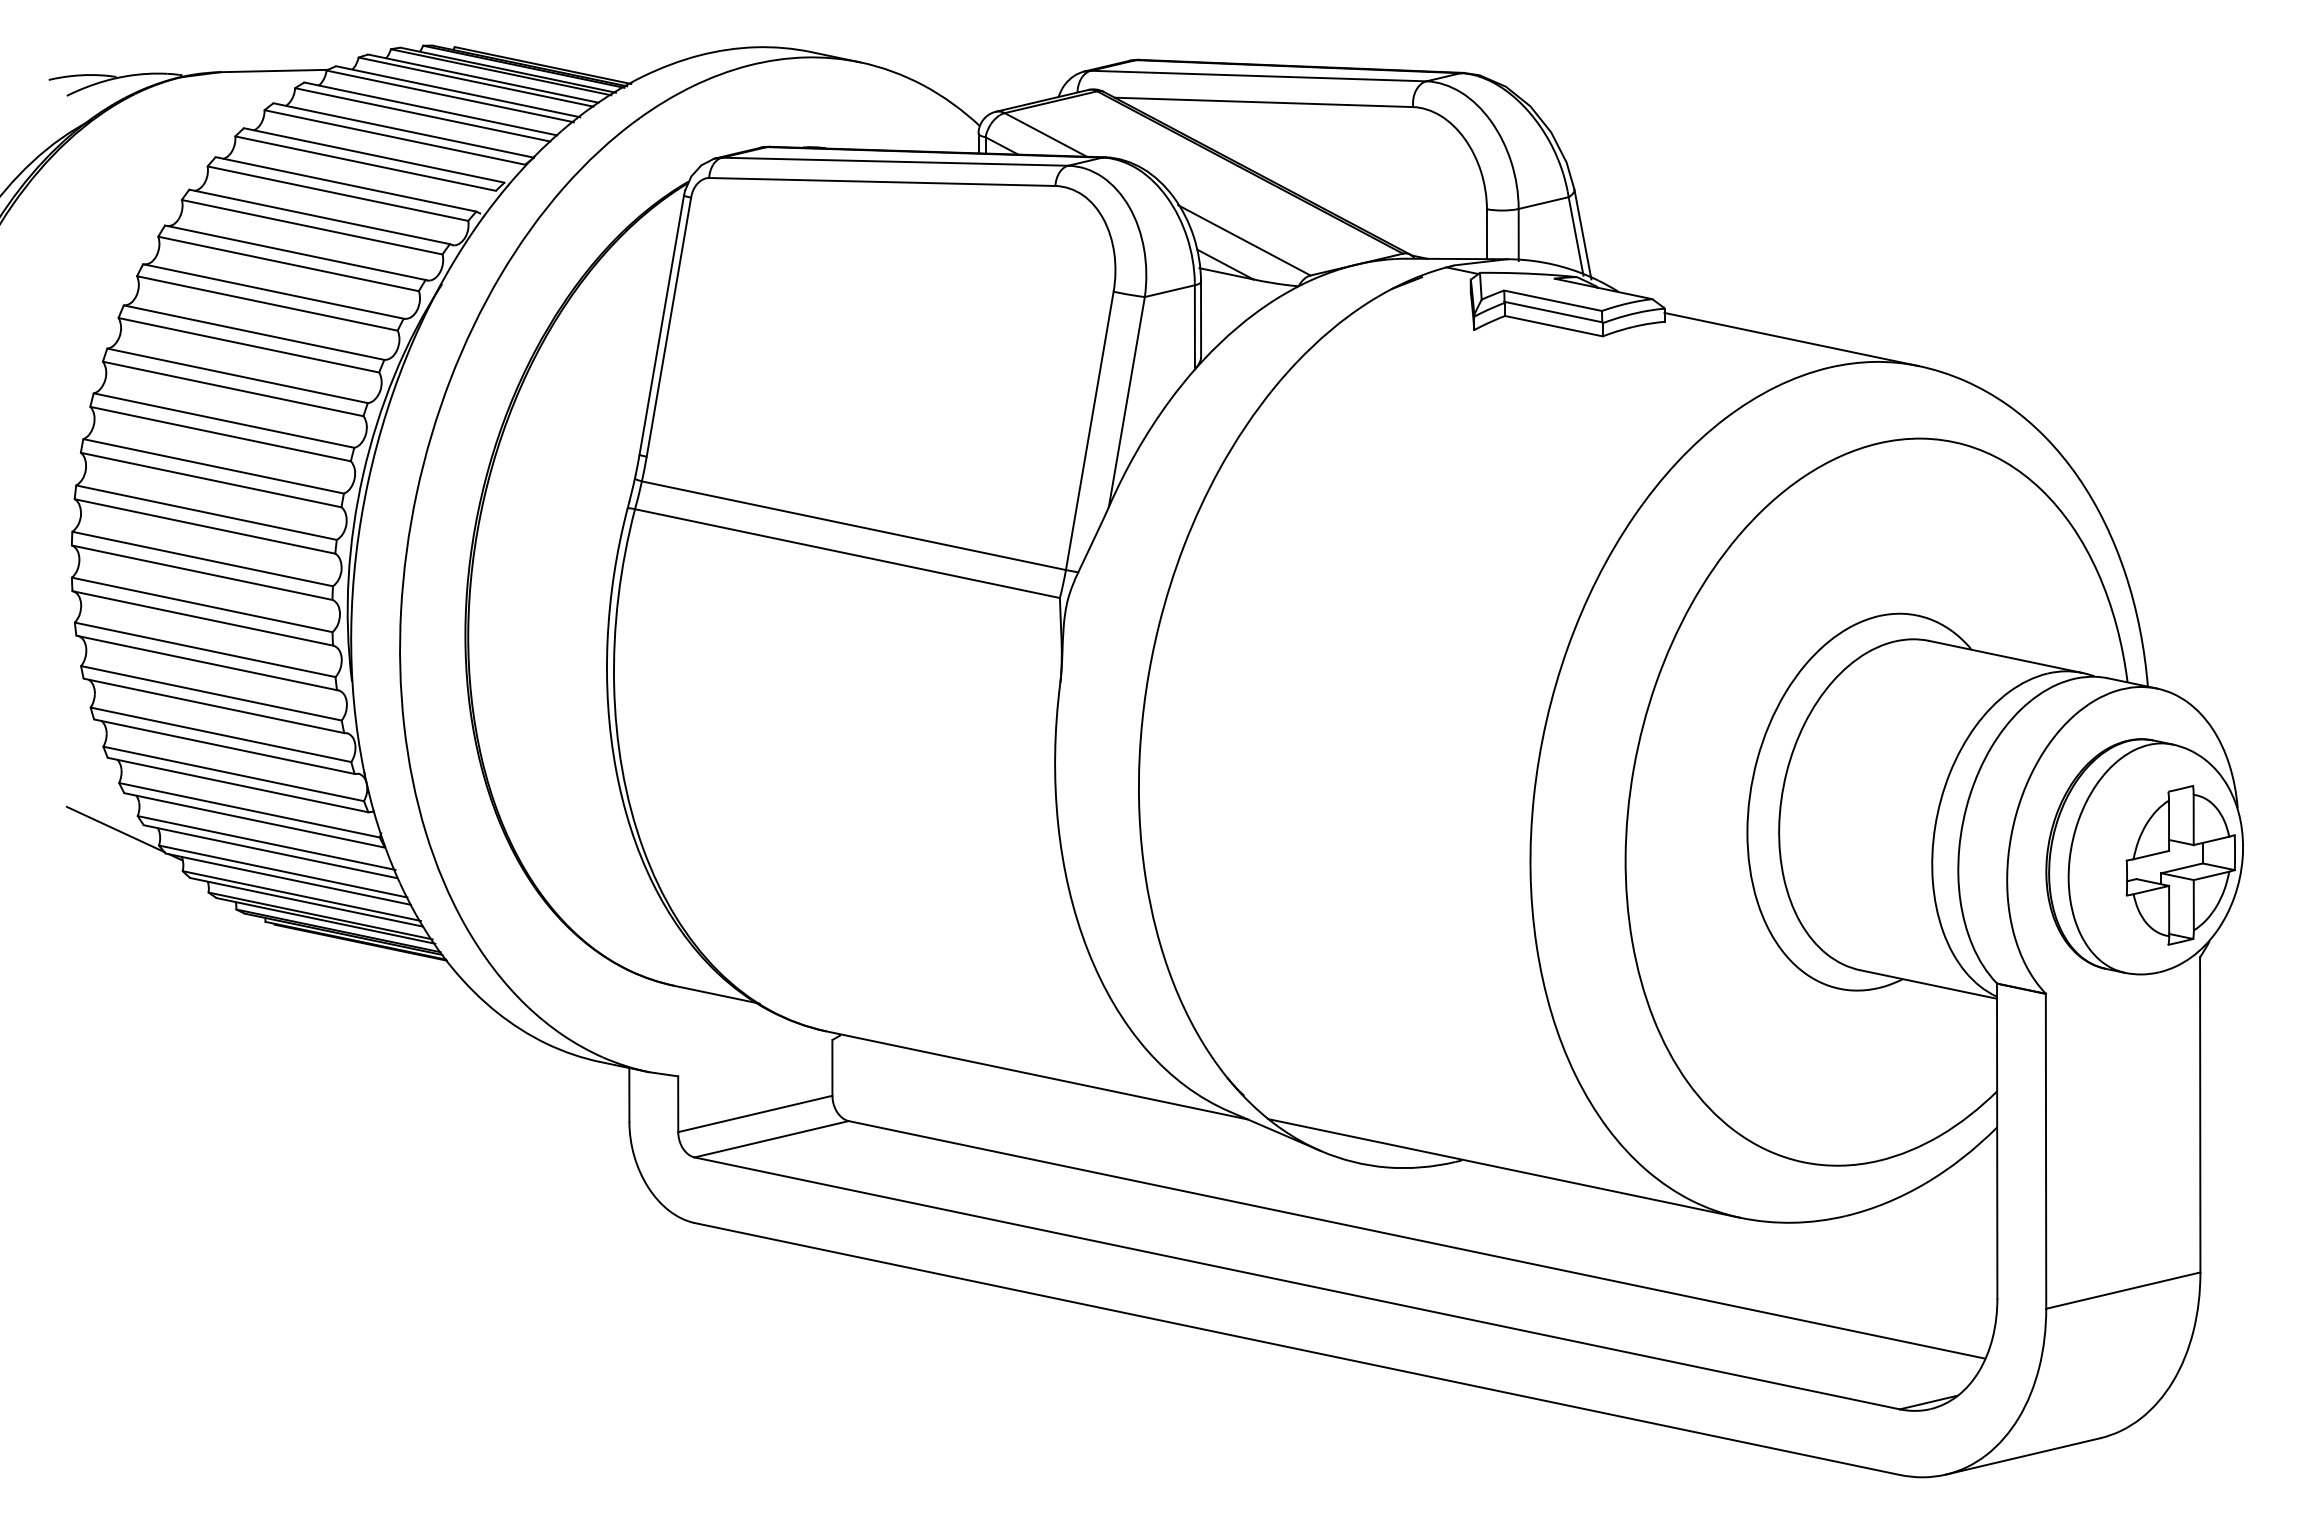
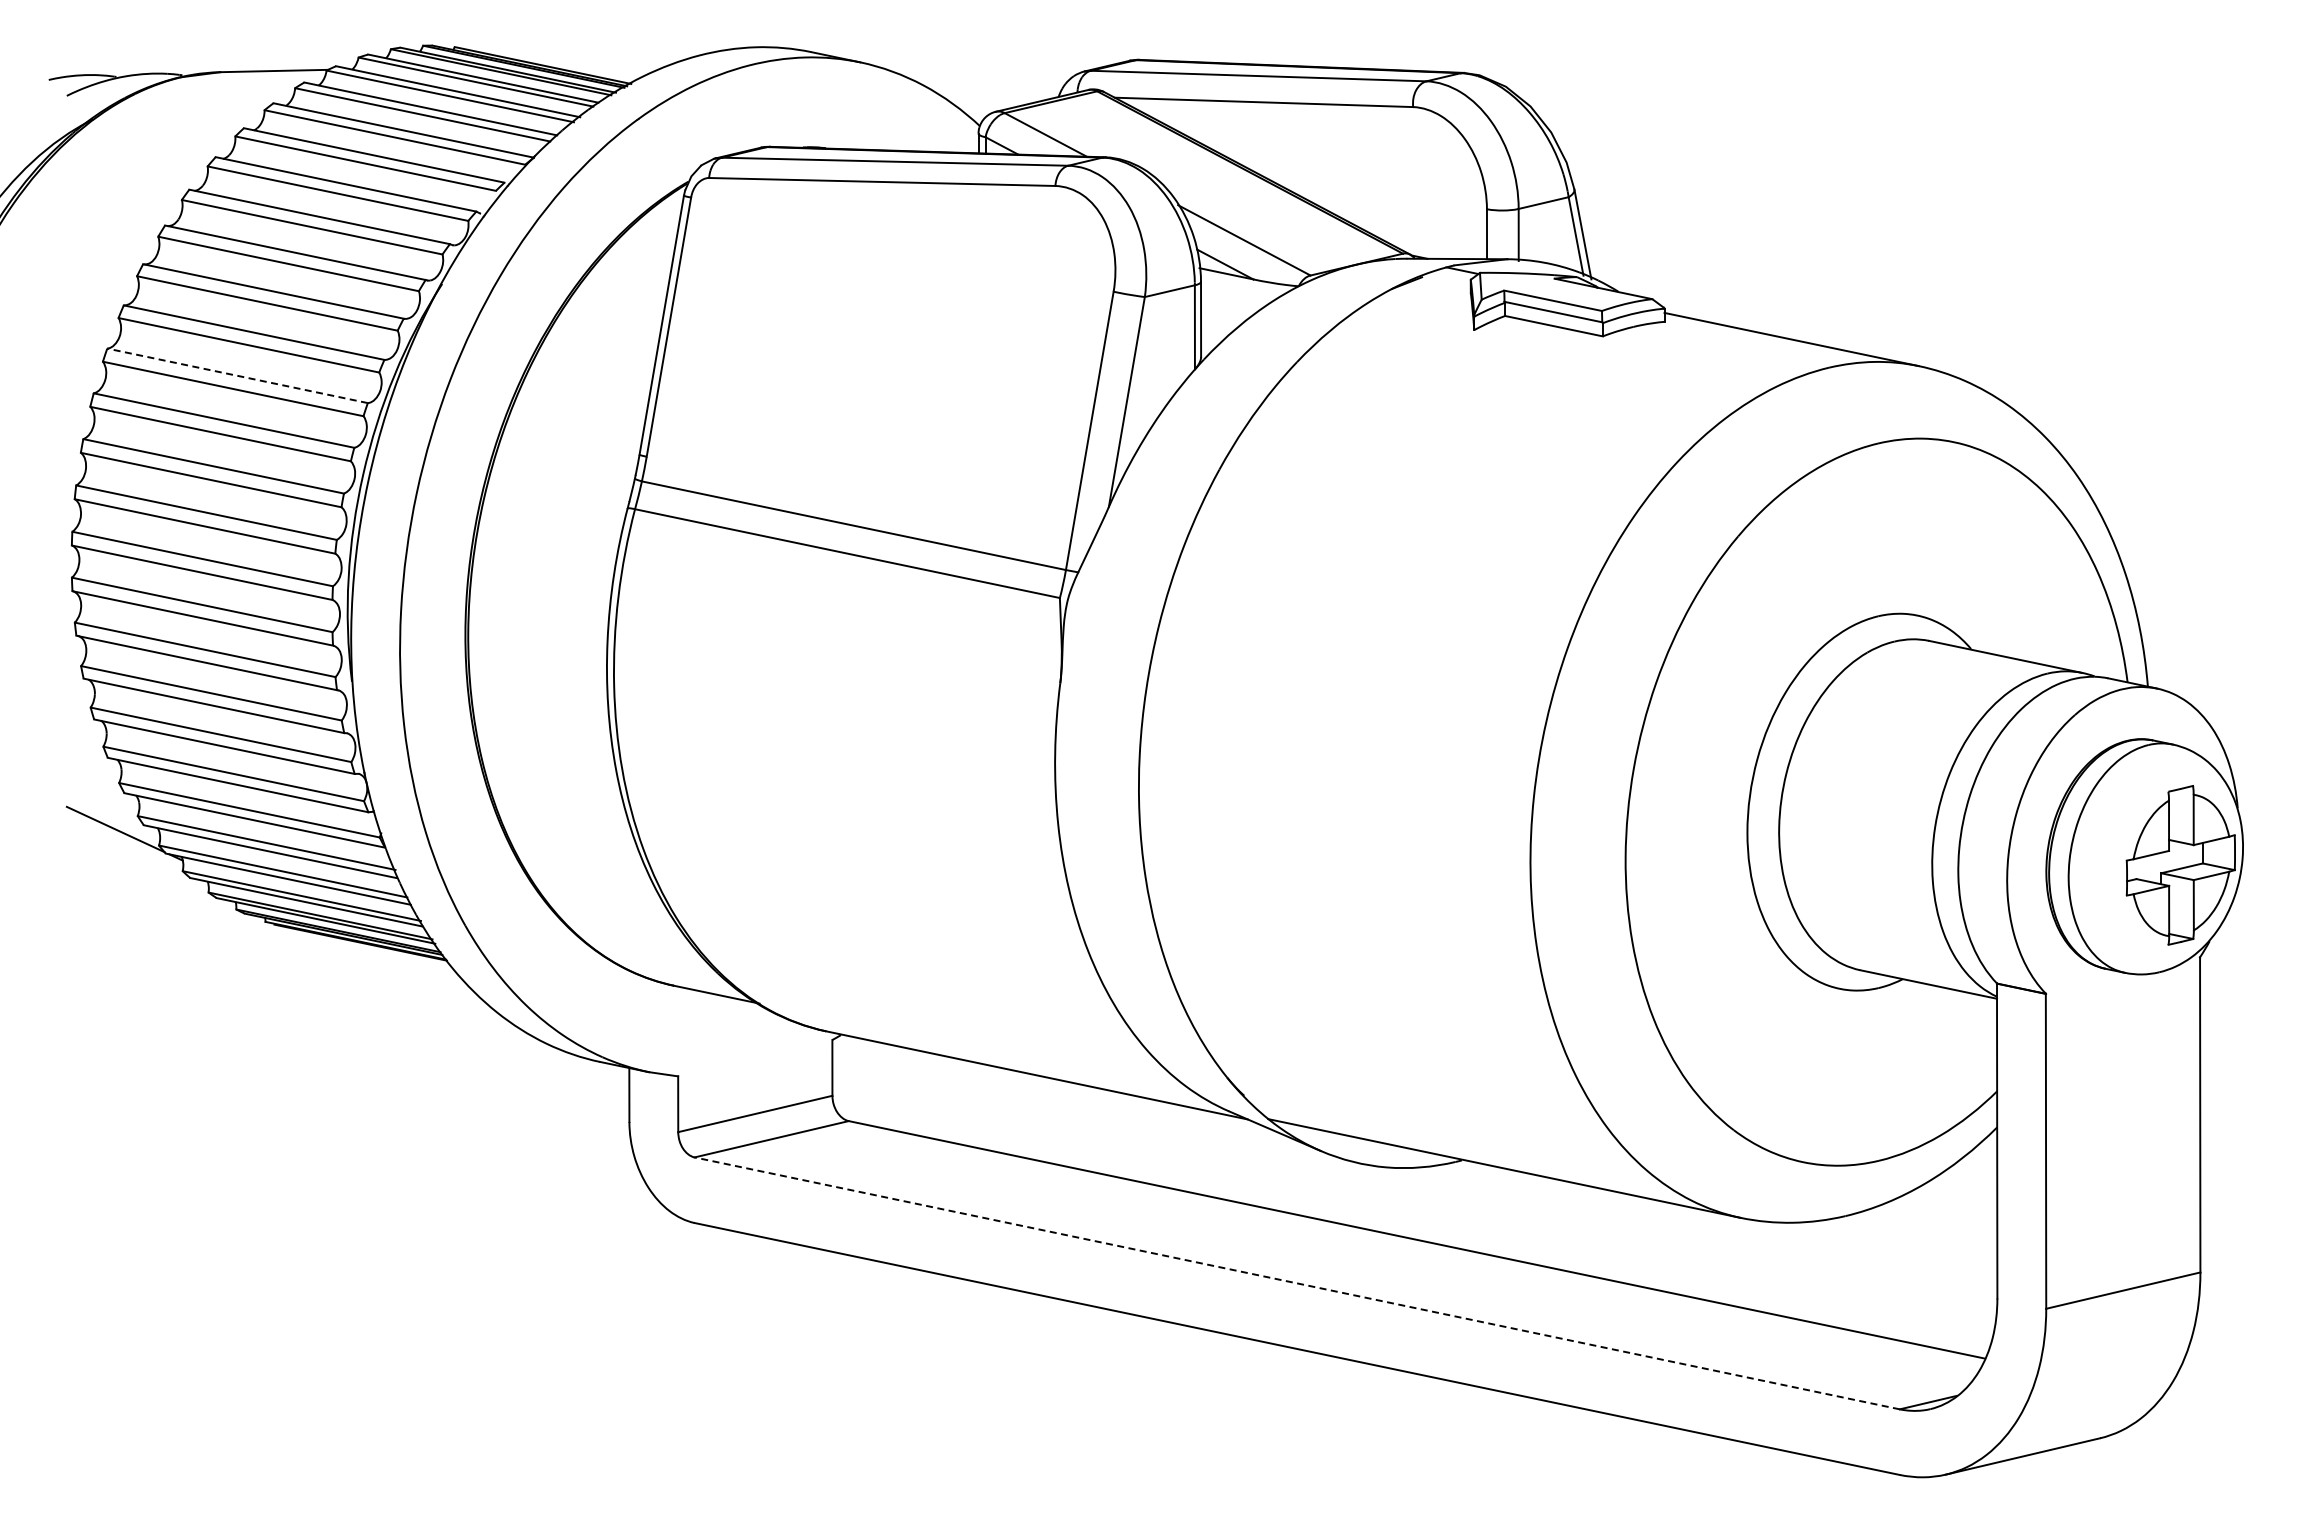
line at (237, 375): solid -> dashed
line at (1297, 1283): solid -> dashed
